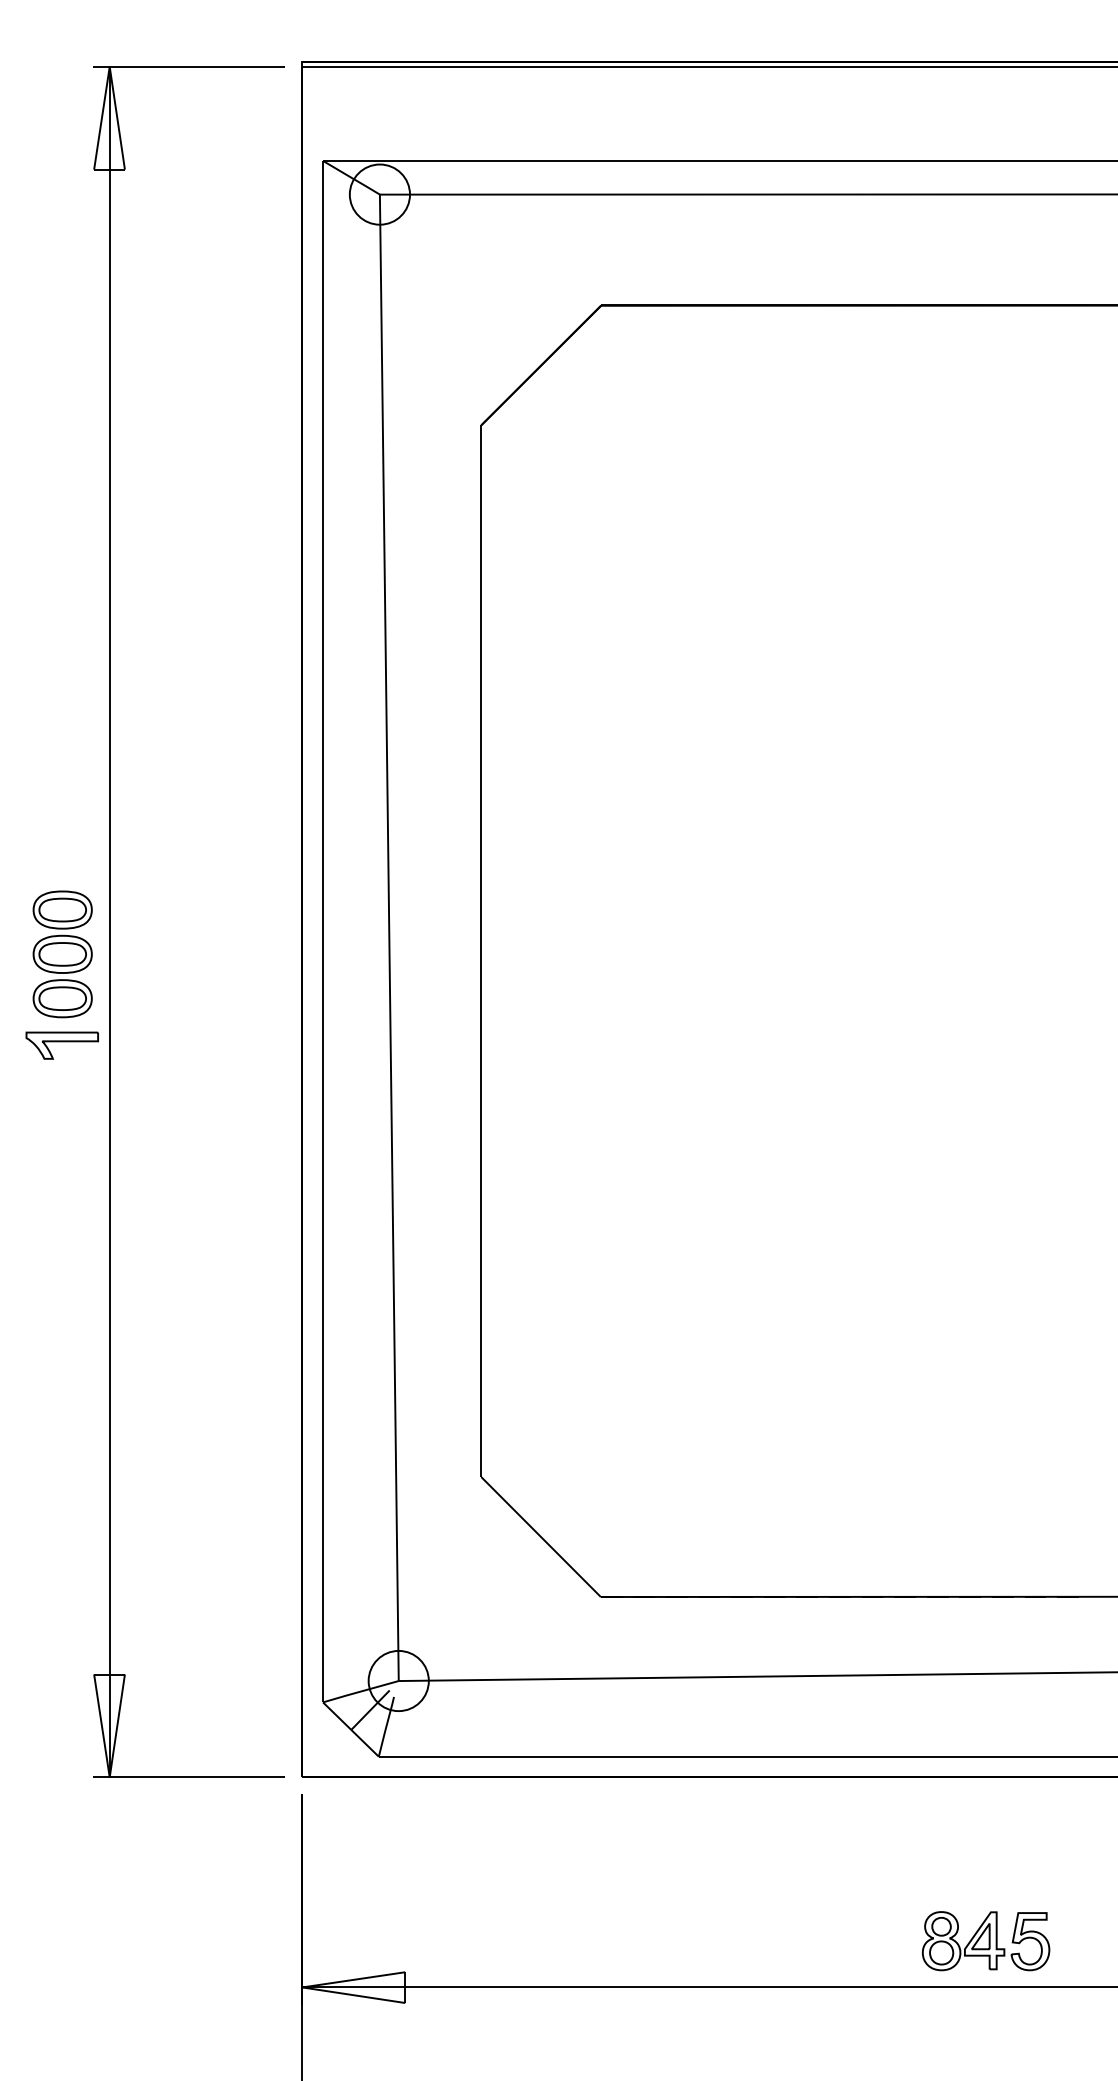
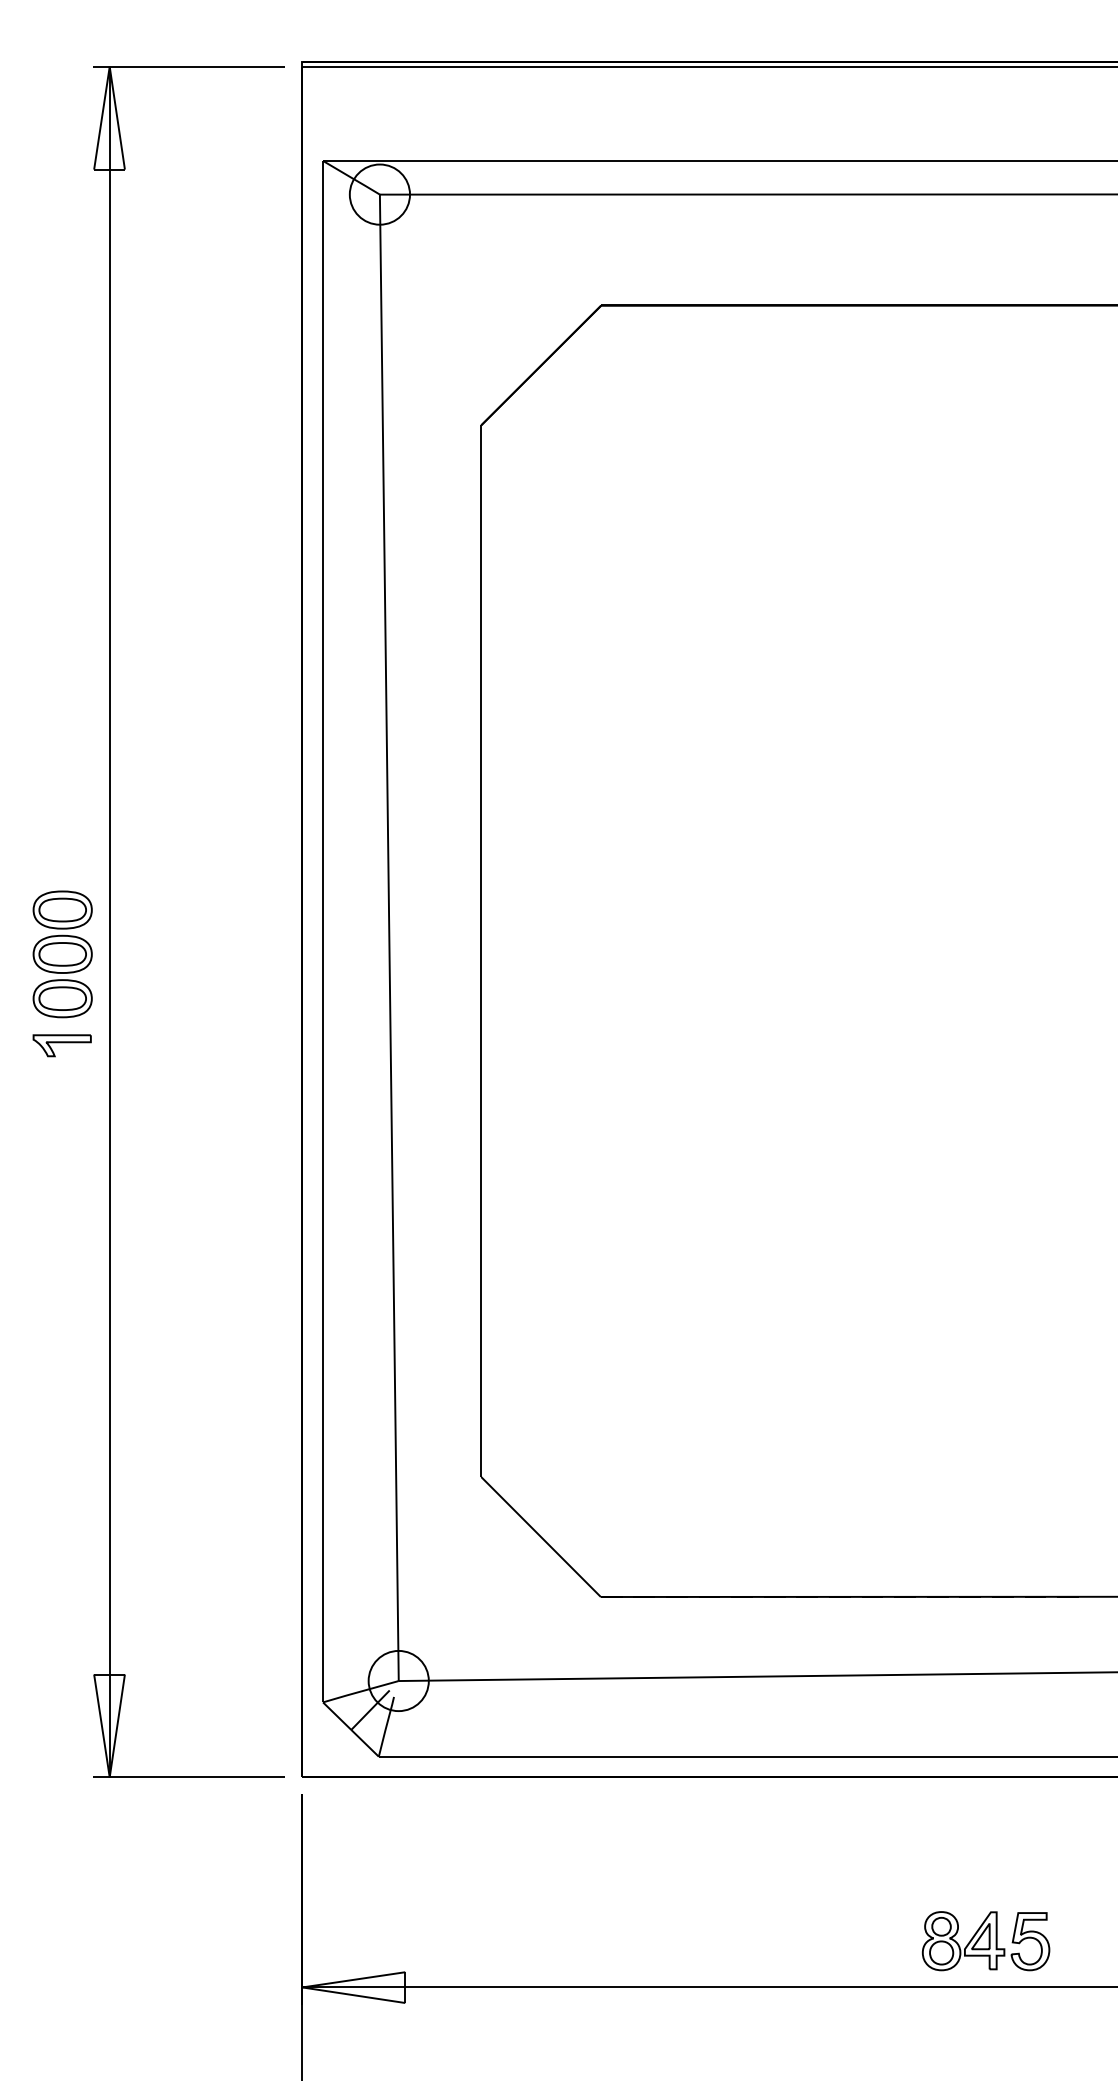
part at (61, 1045) size: 74x29 px -> 60x24 px
